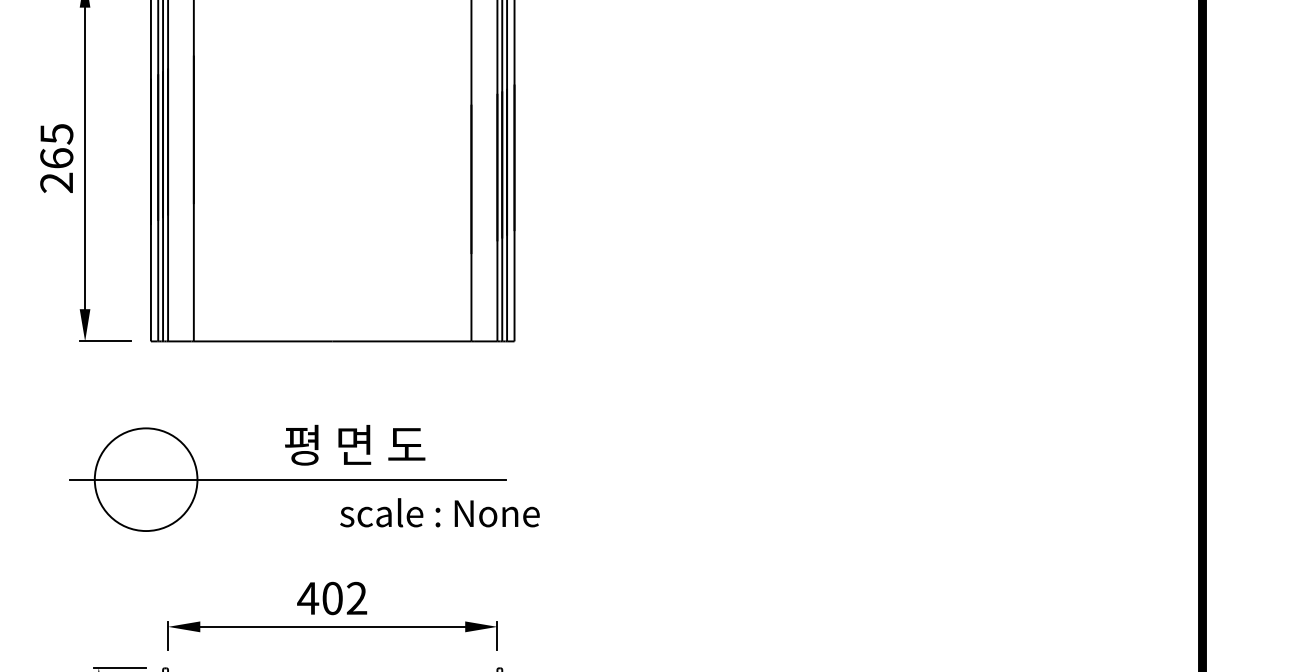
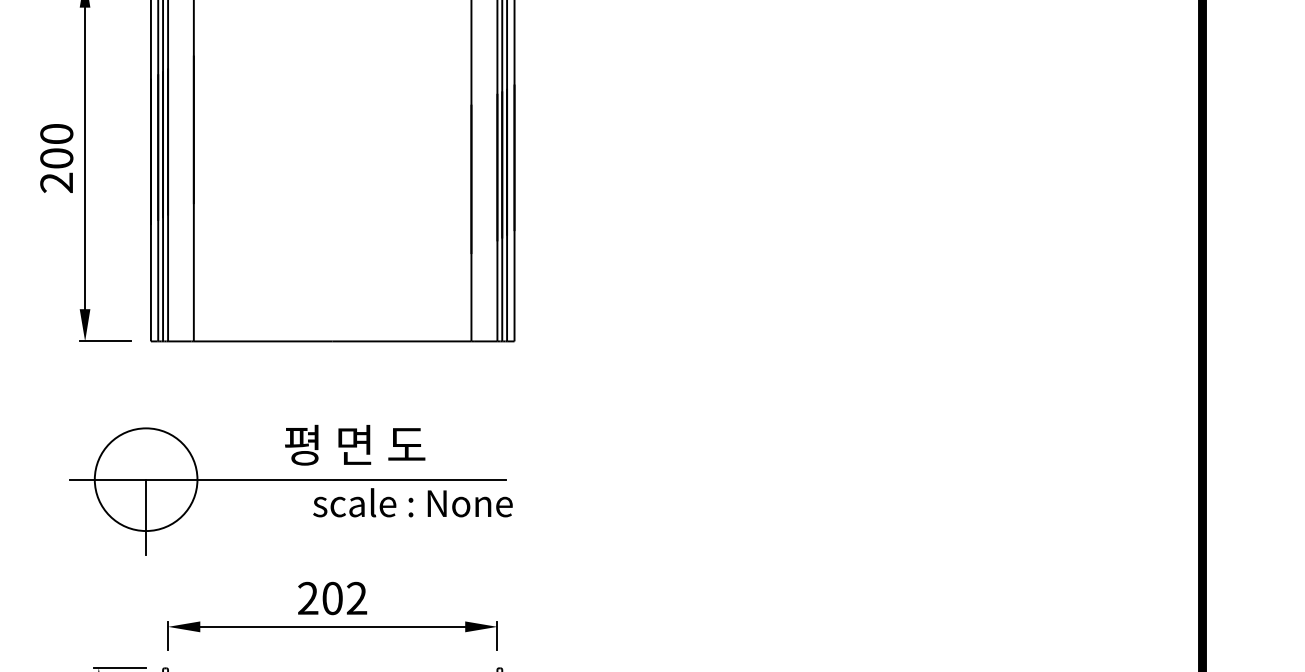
text at (56, 146): 265 -> 200
text at (439, 512) position: (439, 512) -> (412, 502)
line at (146, 517): none -> present
text at (308, 597): 402 -> 202
